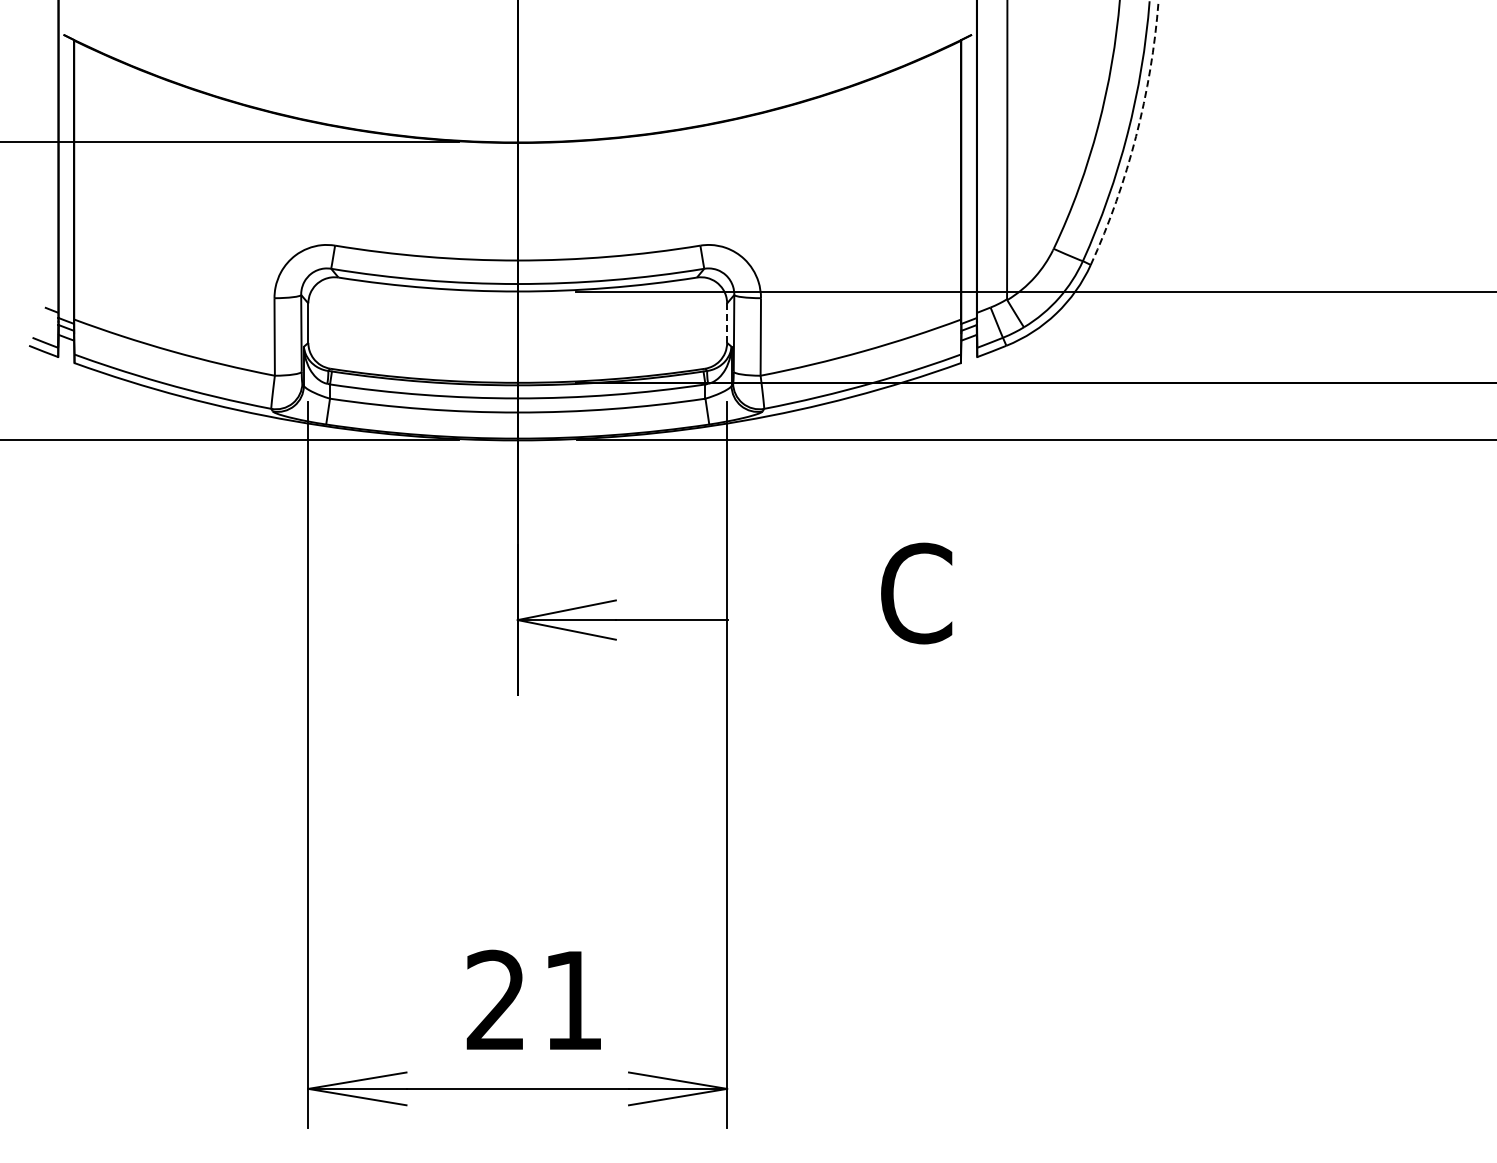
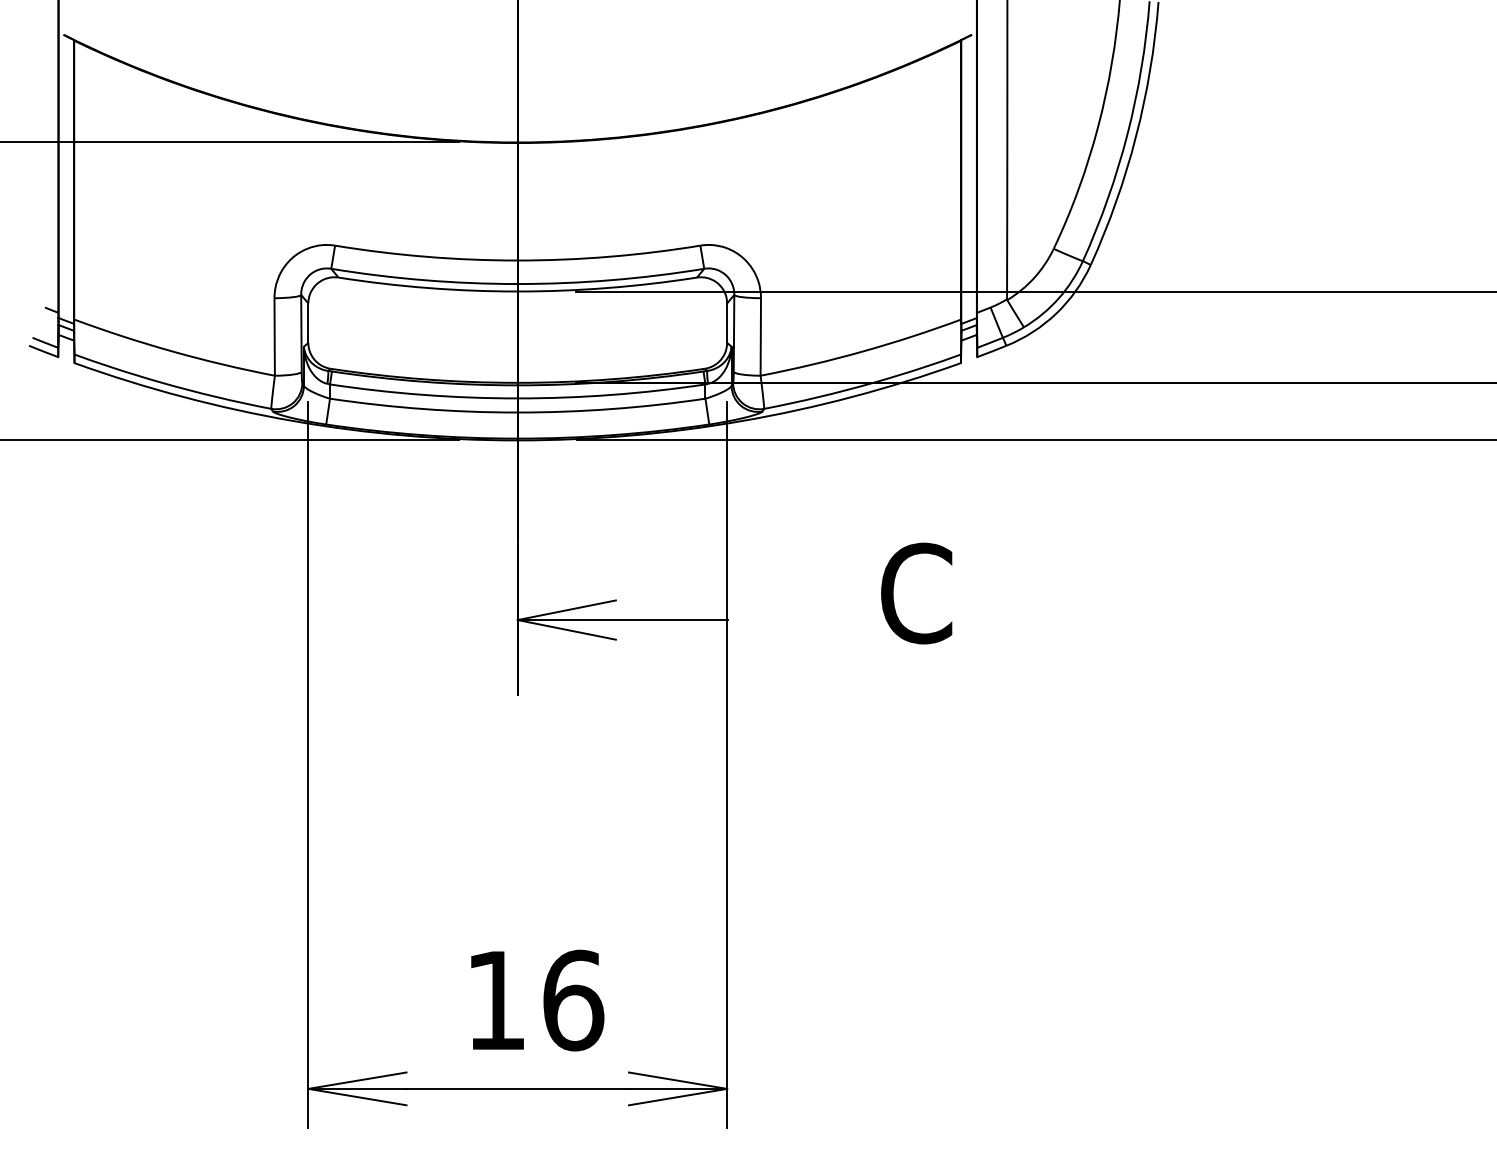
arc at (1136, 136): dashed -> solid
line at (727, 323): dashed -> solid
text at (535, 1000): 21 -> 16
